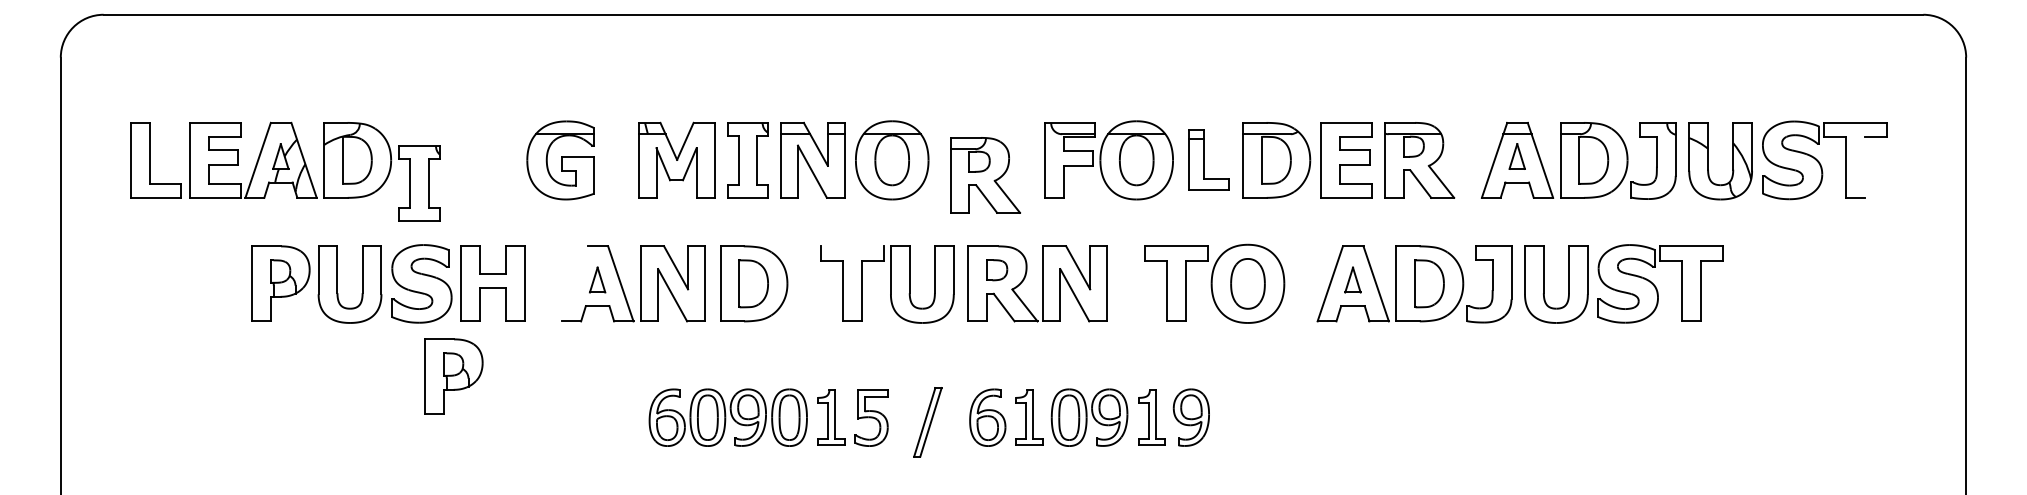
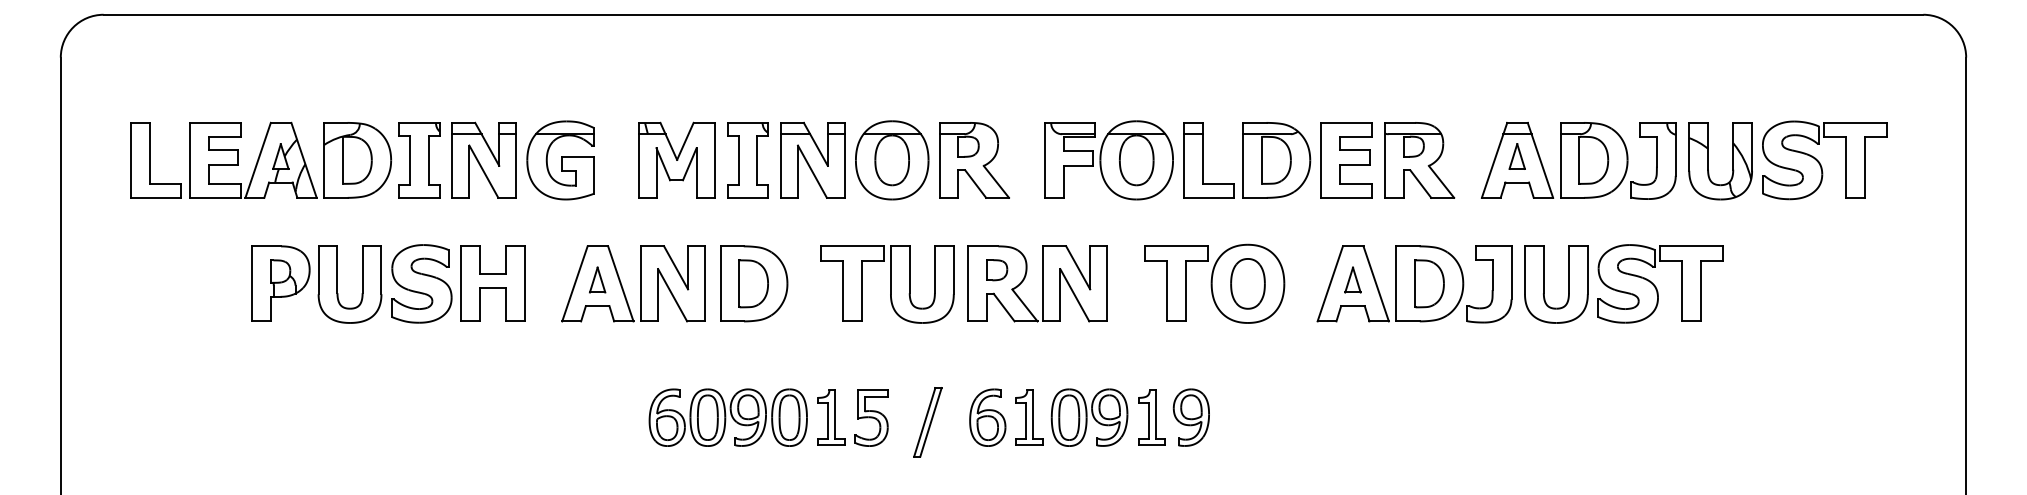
part at (483, 159): none -> present
part at (1208, 159) size: 42x62 px -> 52x77 px
line at (1865, 167): none -> present
part at (985, 175) position: (985, 175) -> (974, 160)
part at (419, 183) position: (419, 183) -> (419, 160)
line at (852, 246): none -> present
line at (574, 283): none -> present
part at (453, 376): present -> none
